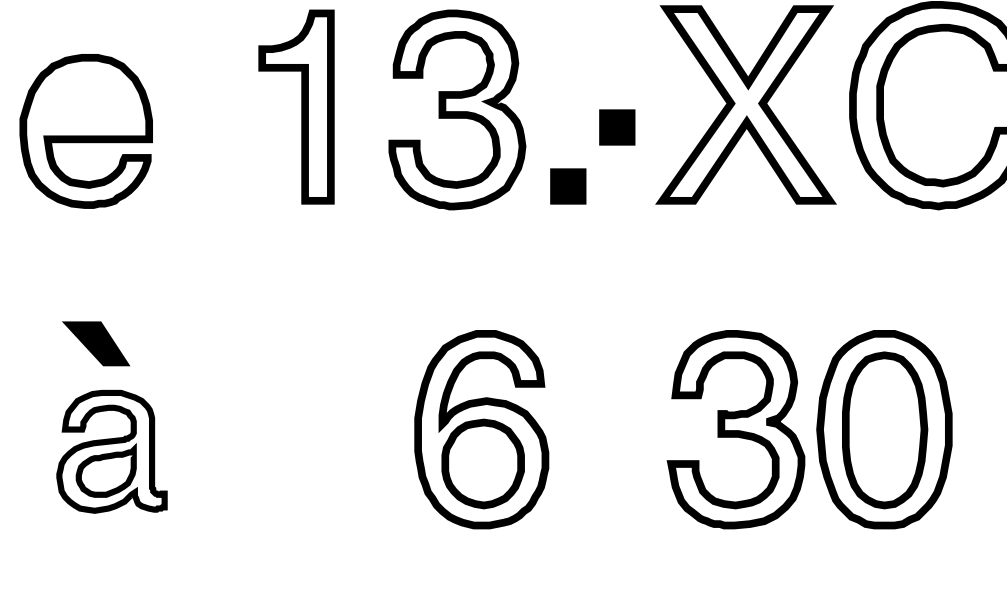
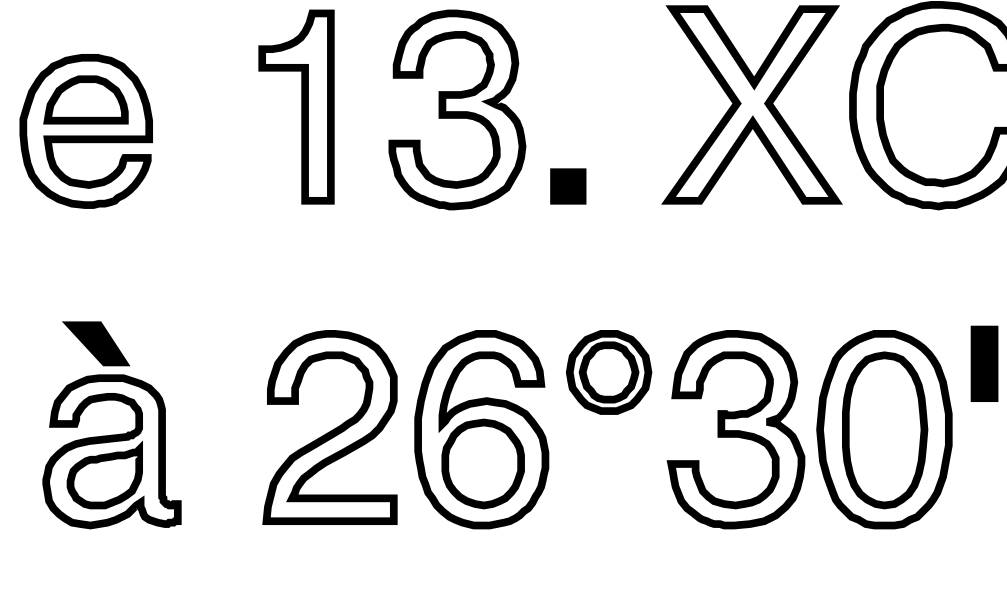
part at (85, 99): none -> present
part at (745, 104) position: (745, 104) -> (751, 104)
part at (617, 127): present -> none
part at (984, 363): none -> present
part at (609, 372): none -> present
part at (329, 427): none -> present
part at (111, 451) size: 112x125 px -> 140x156 px
